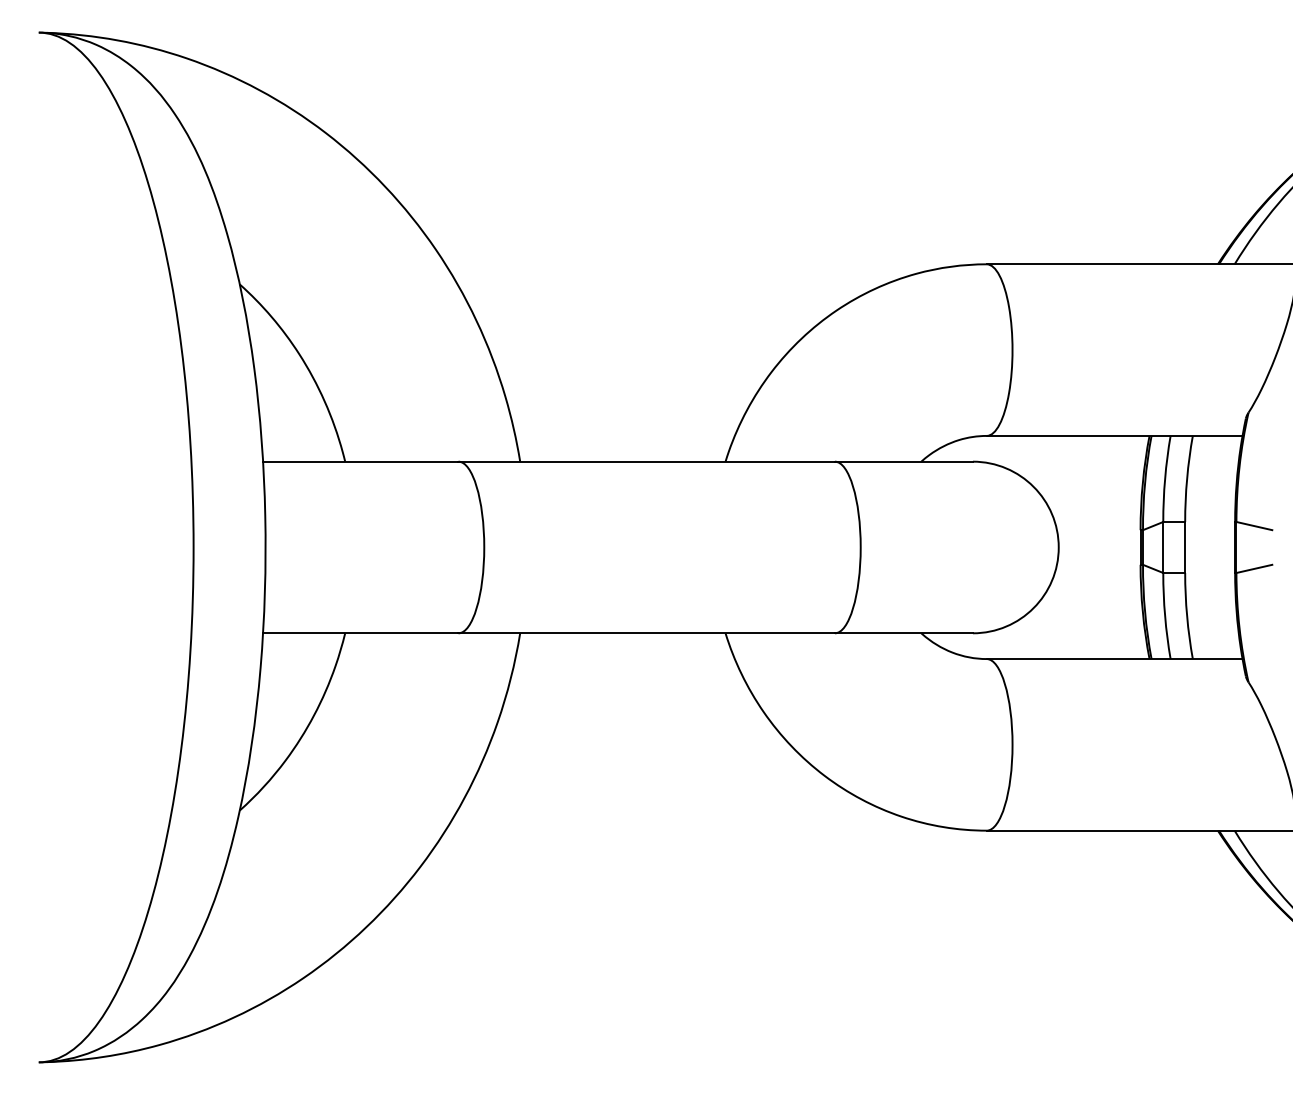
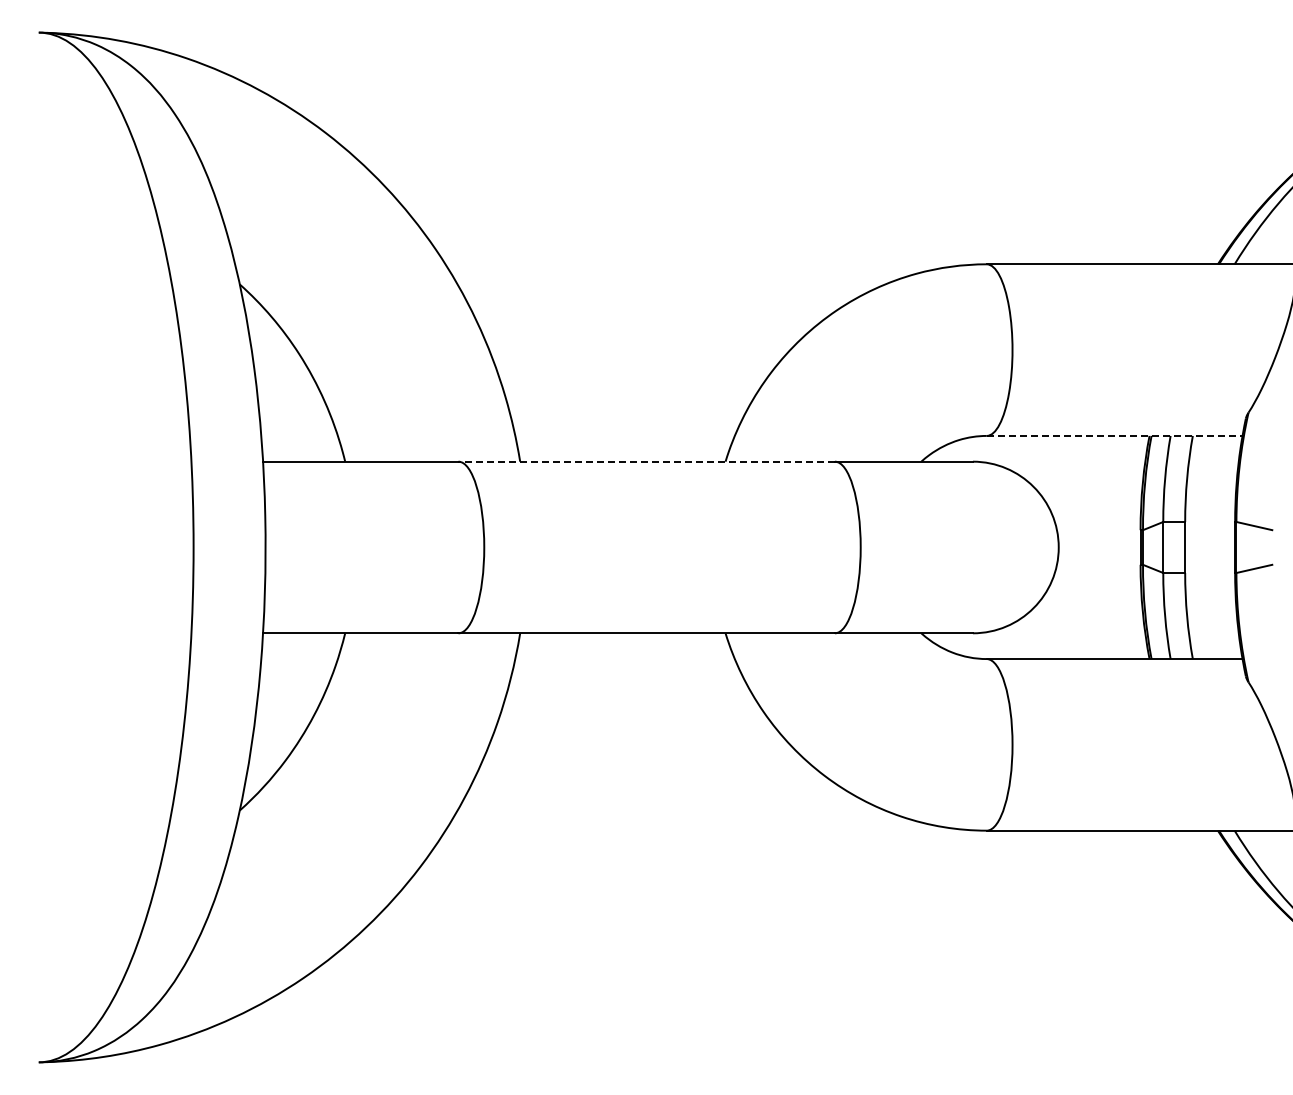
line at (1114, 435): solid -> dashed
line at (646, 461): solid -> dashed
